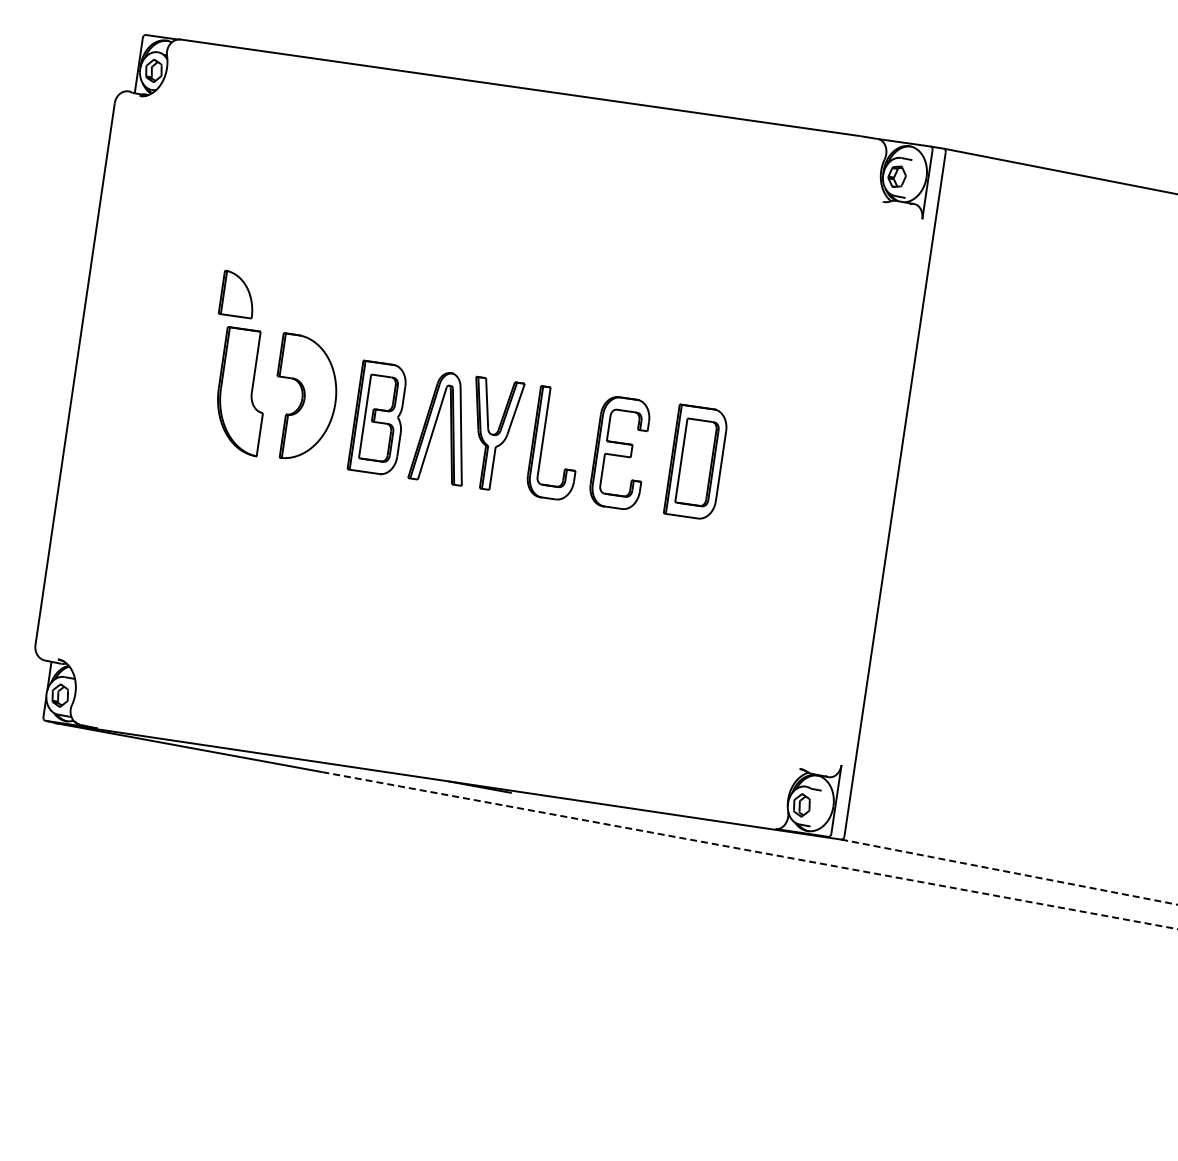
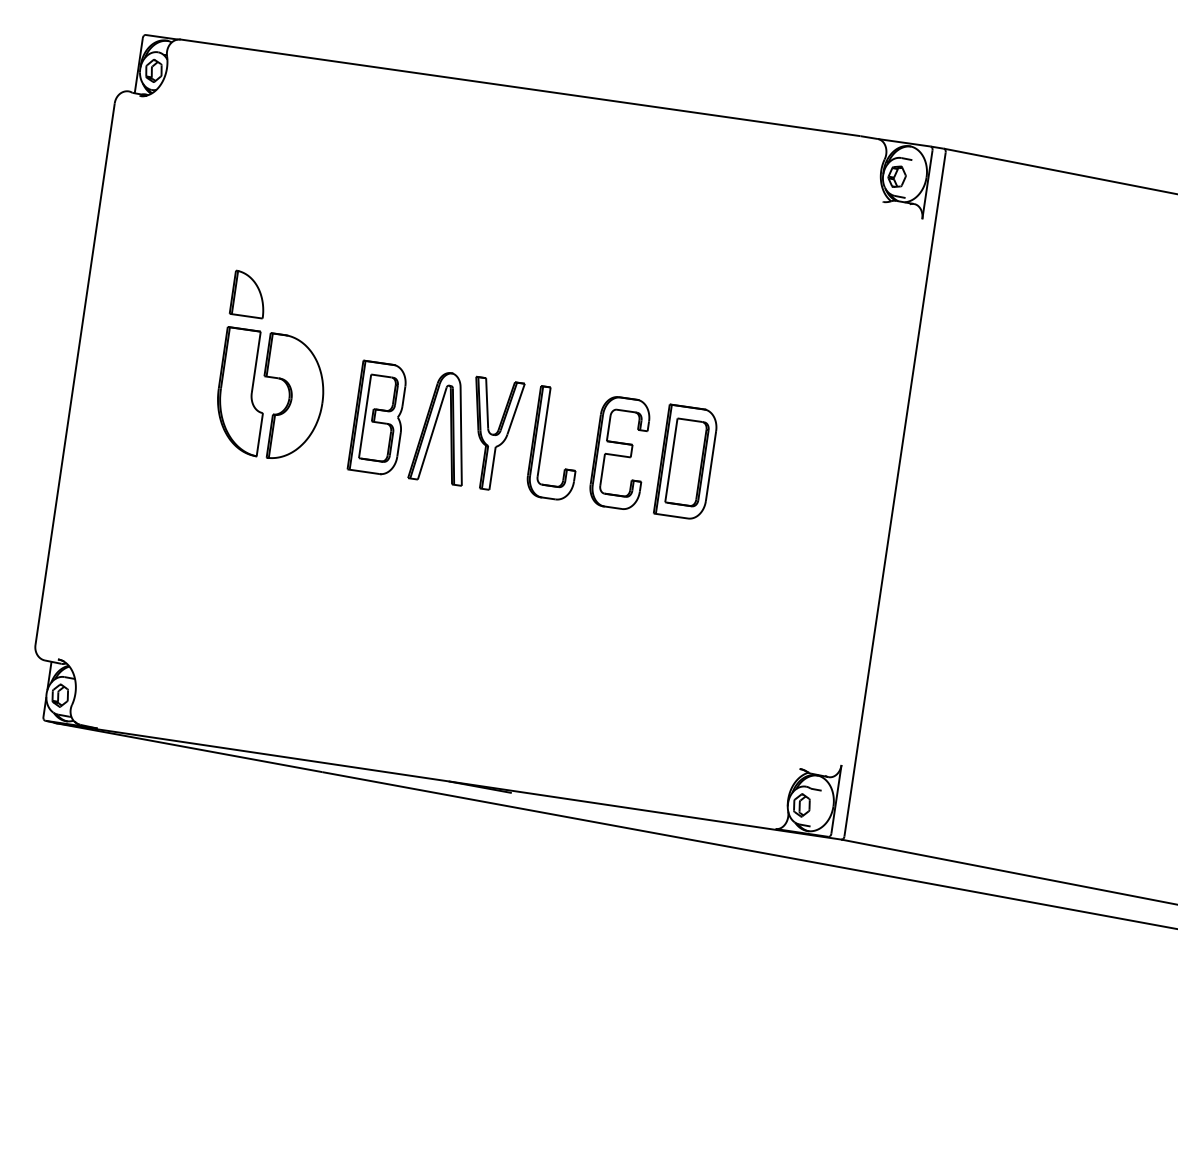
part at (235, 294) position: (235, 294) -> (246, 294)
part at (306, 395) position: (306, 395) -> (293, 395)
part at (695, 461) position: (695, 461) -> (685, 461)
line at (750, 850): dashed -> solid
line at (1009, 872): dashed -> solid
